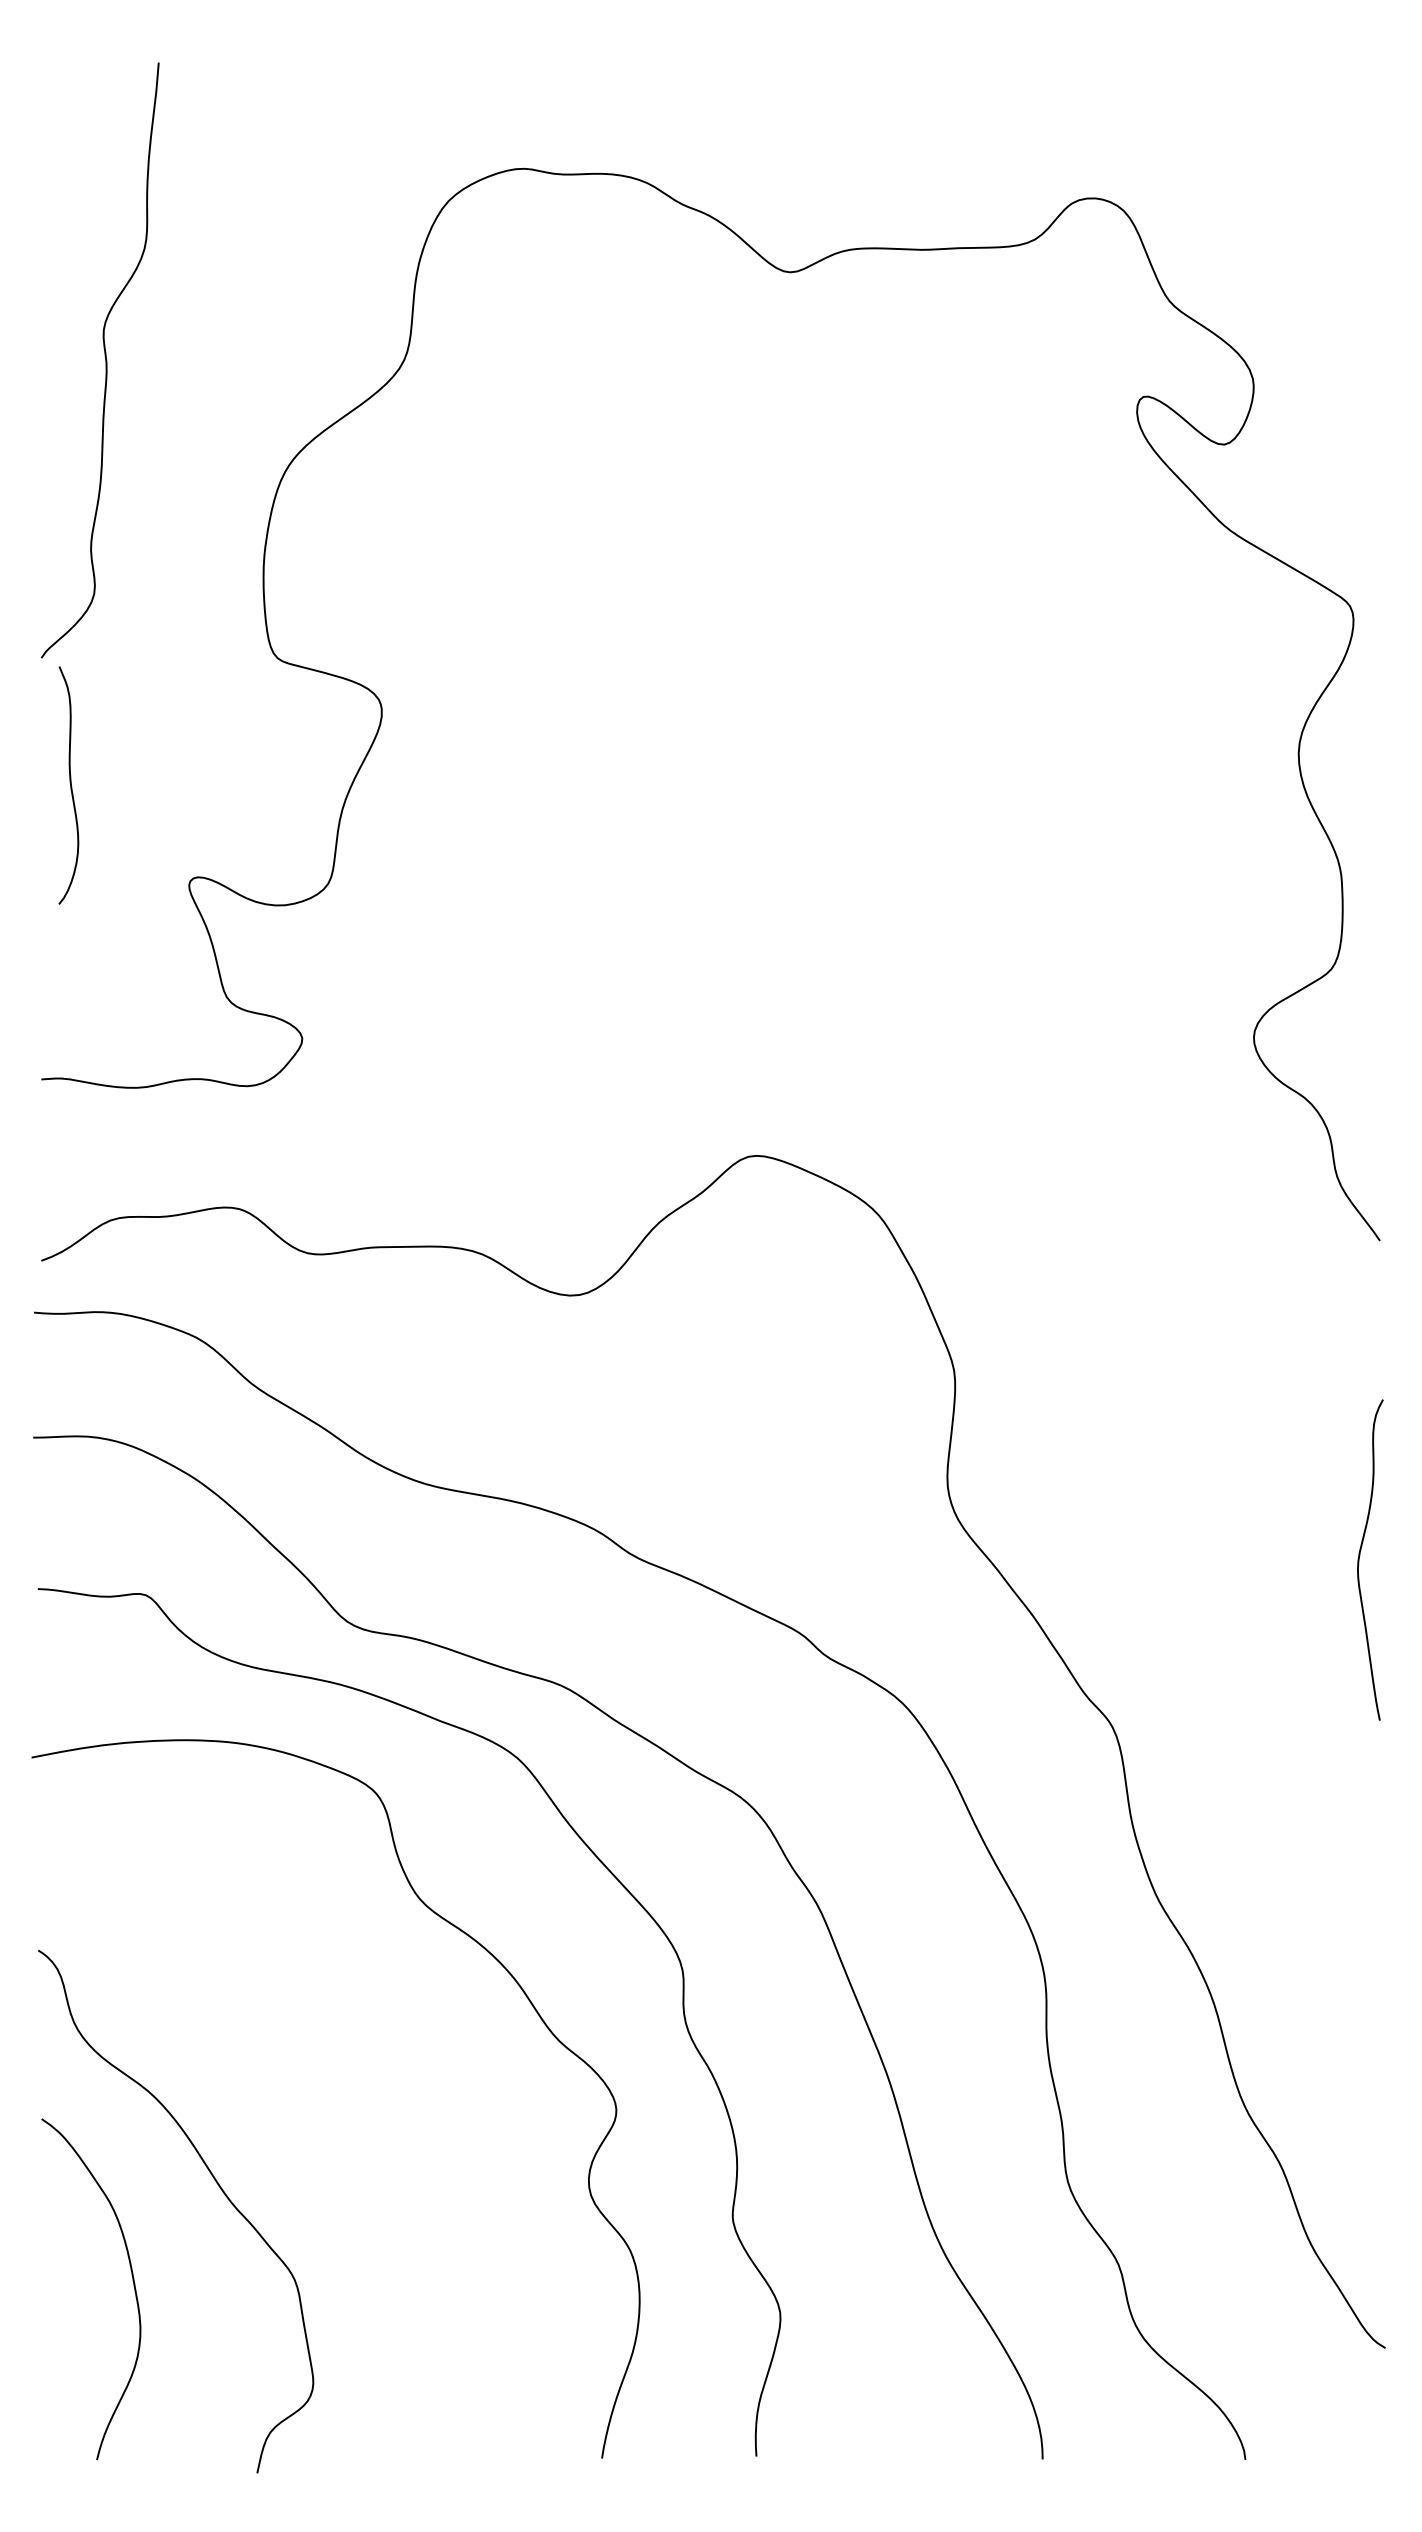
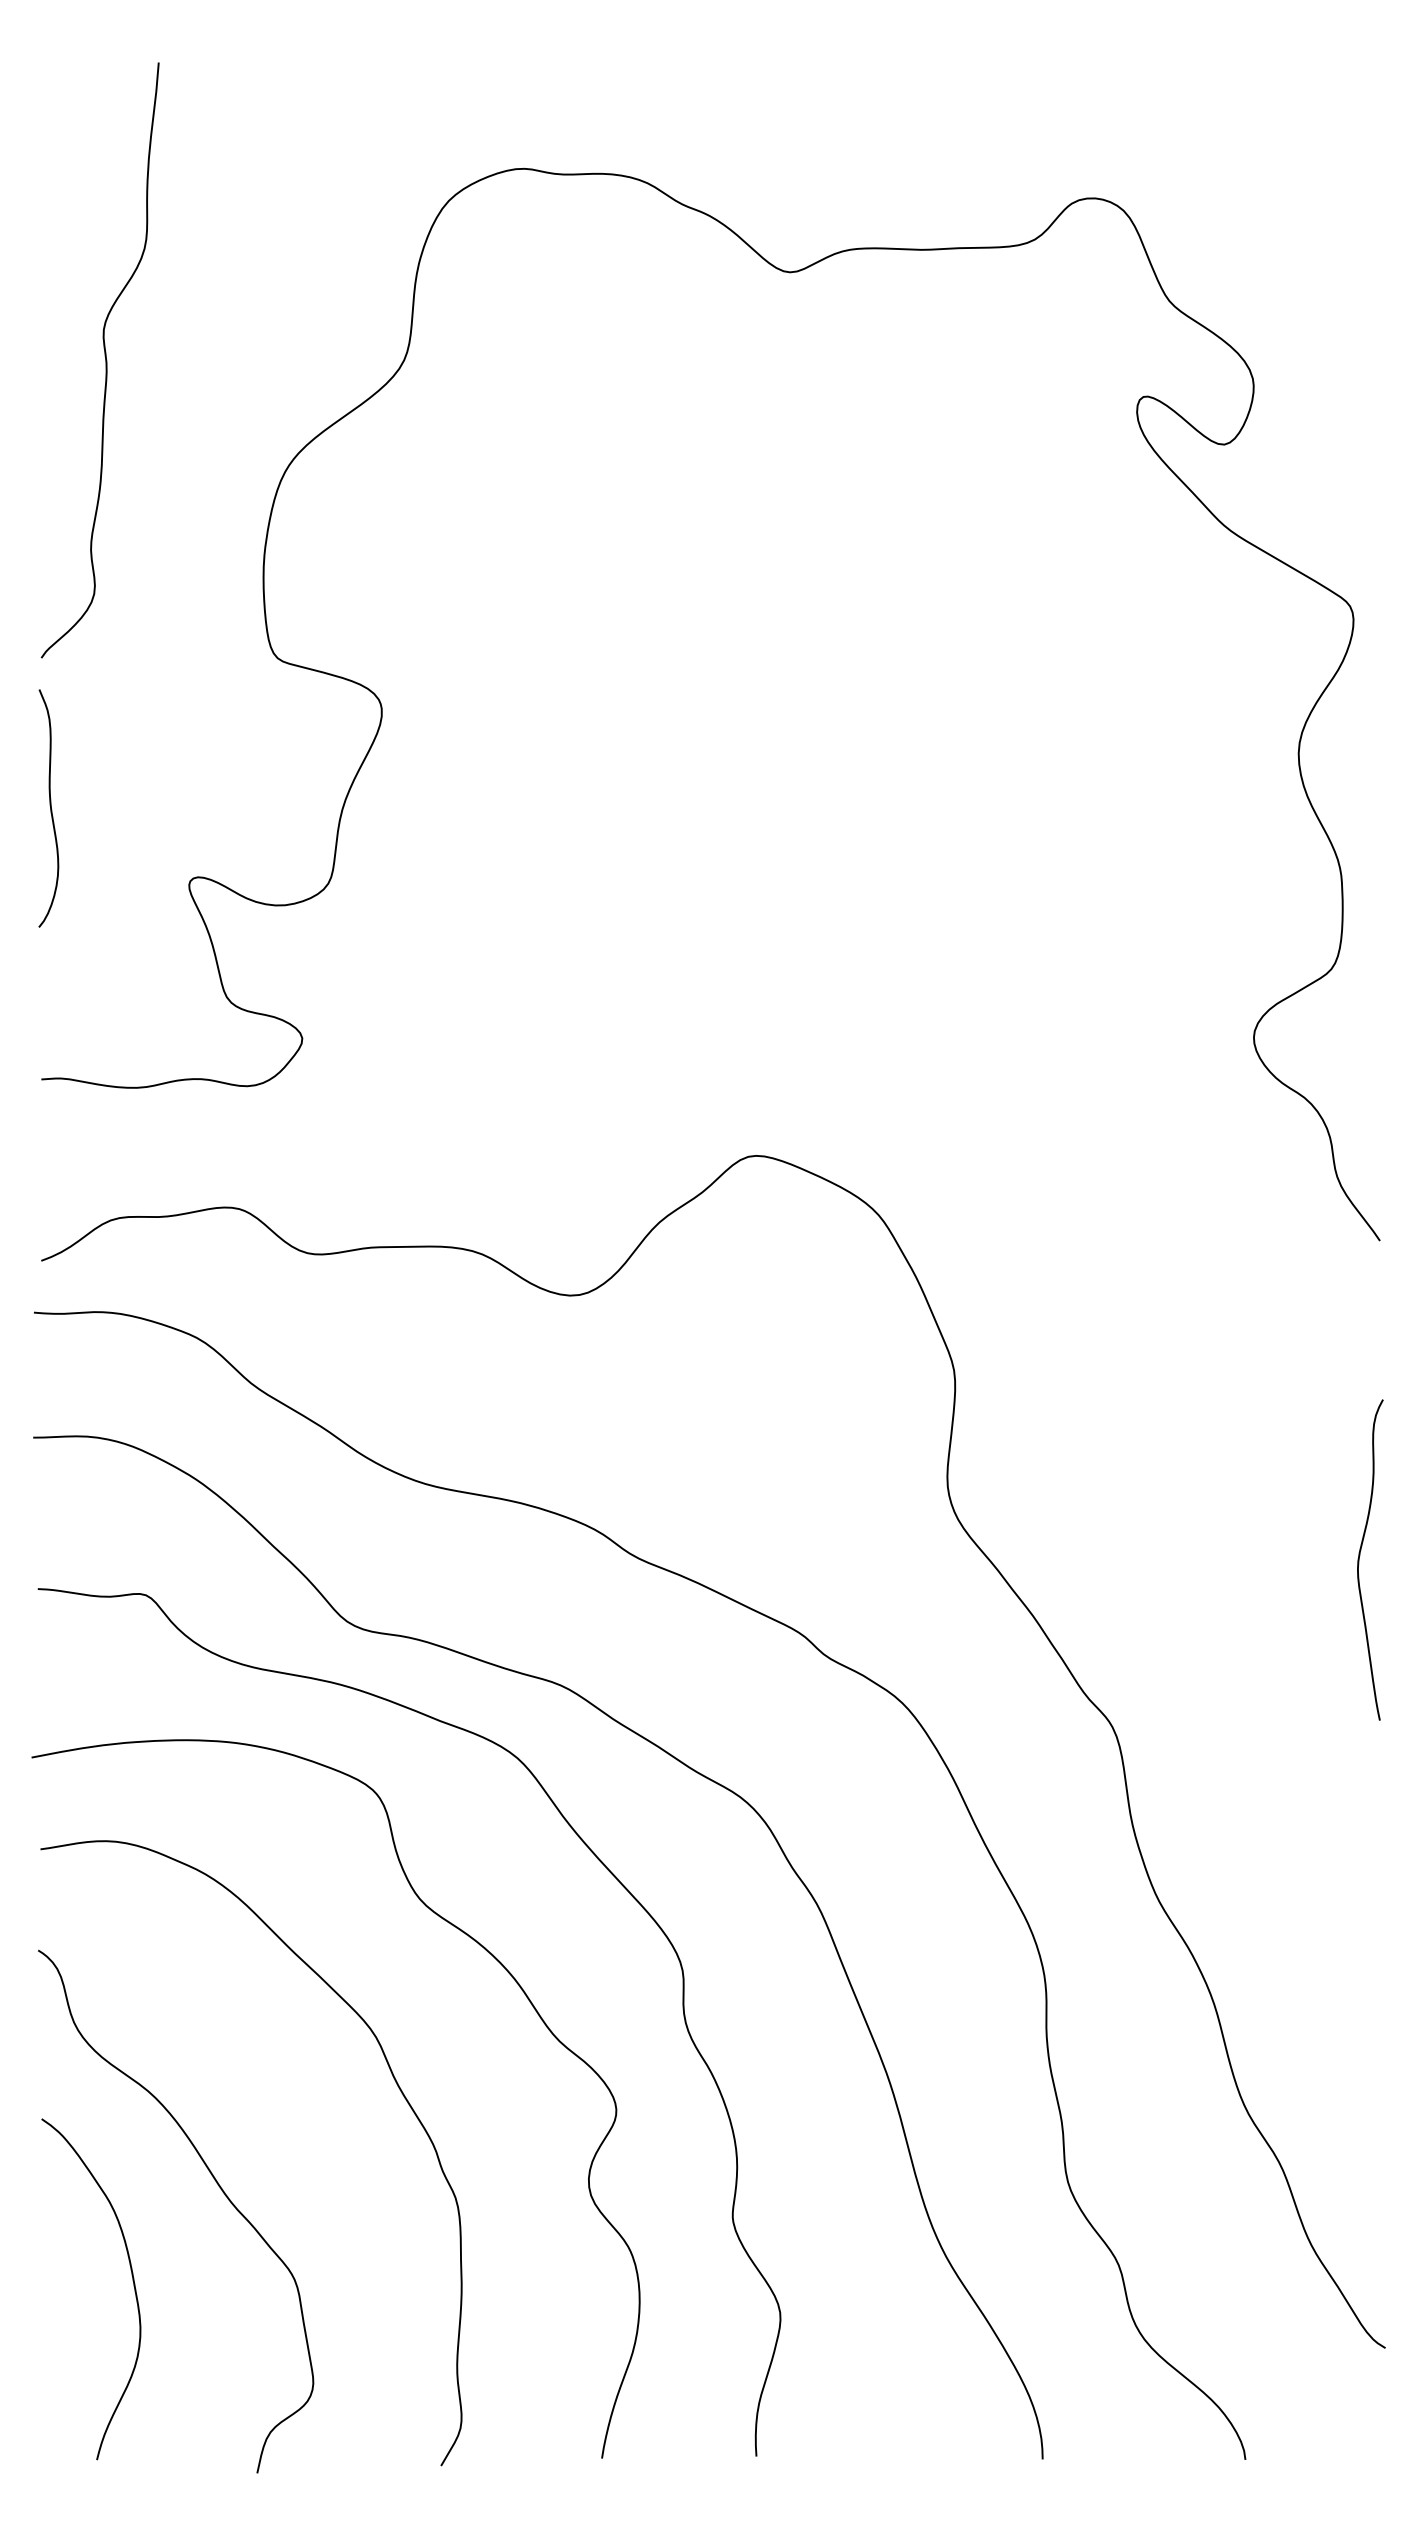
curve at (70, 785) position: (70, 785) -> (50, 808)
curve at (395, 2082): none -> present
